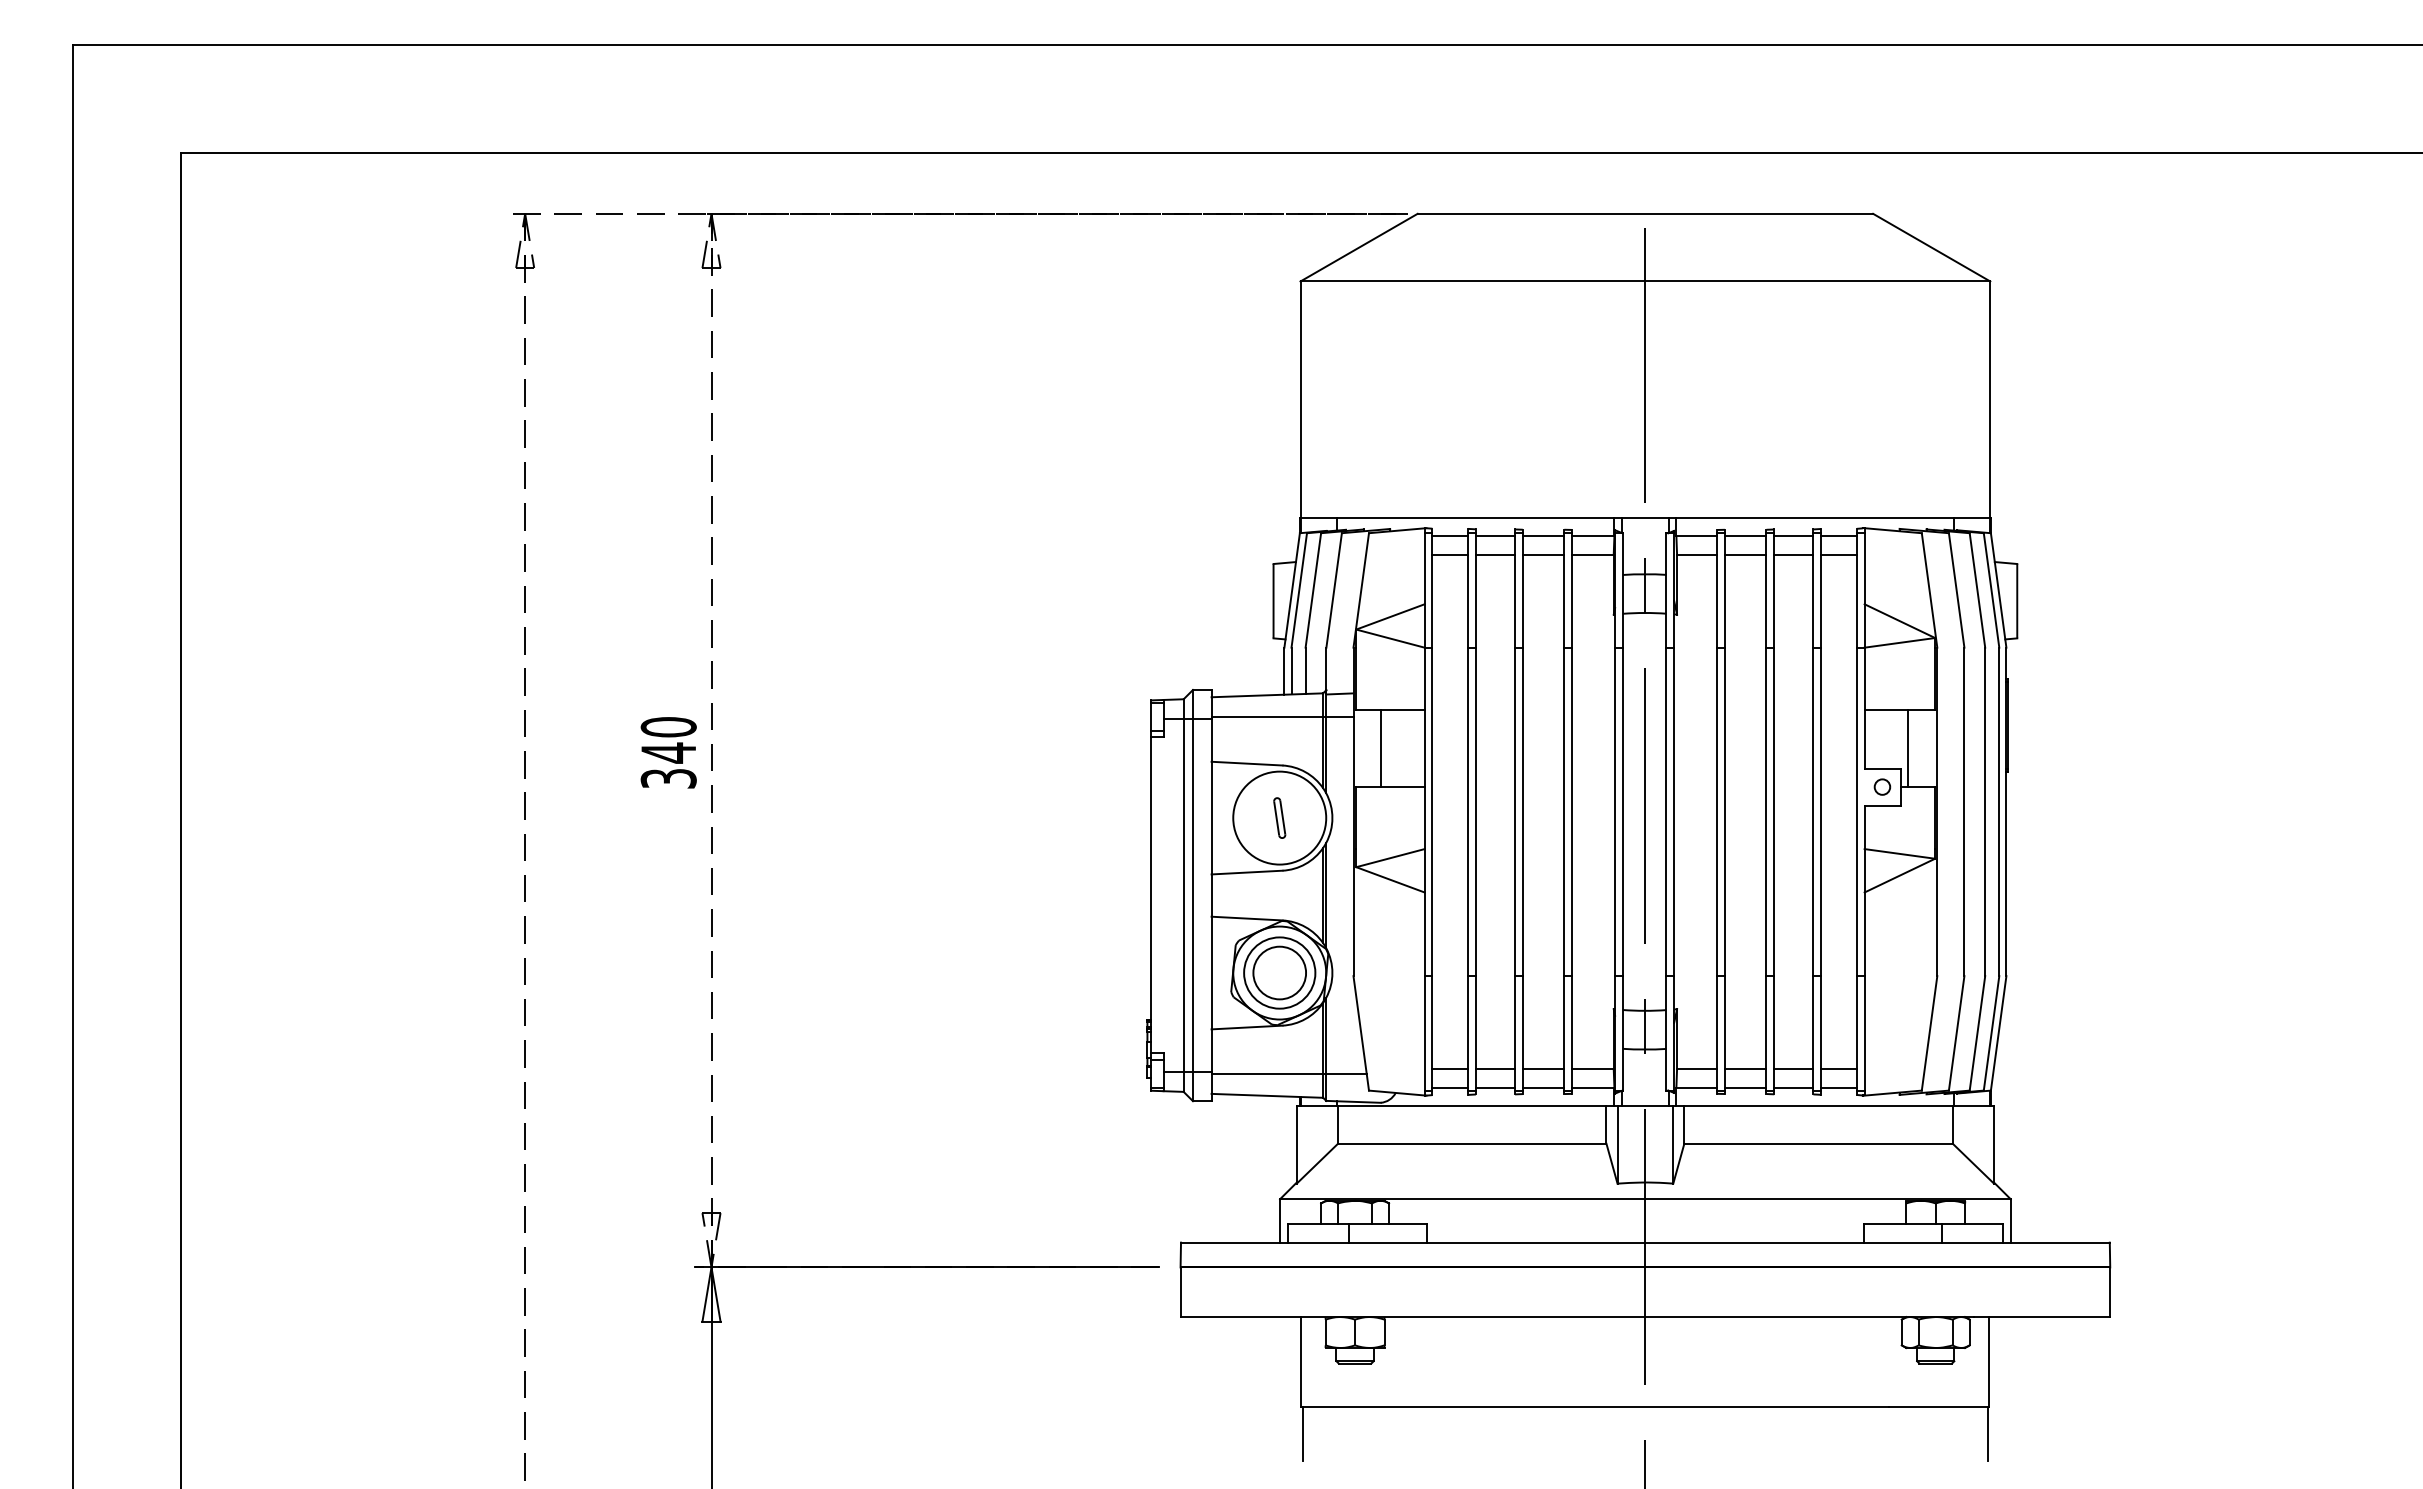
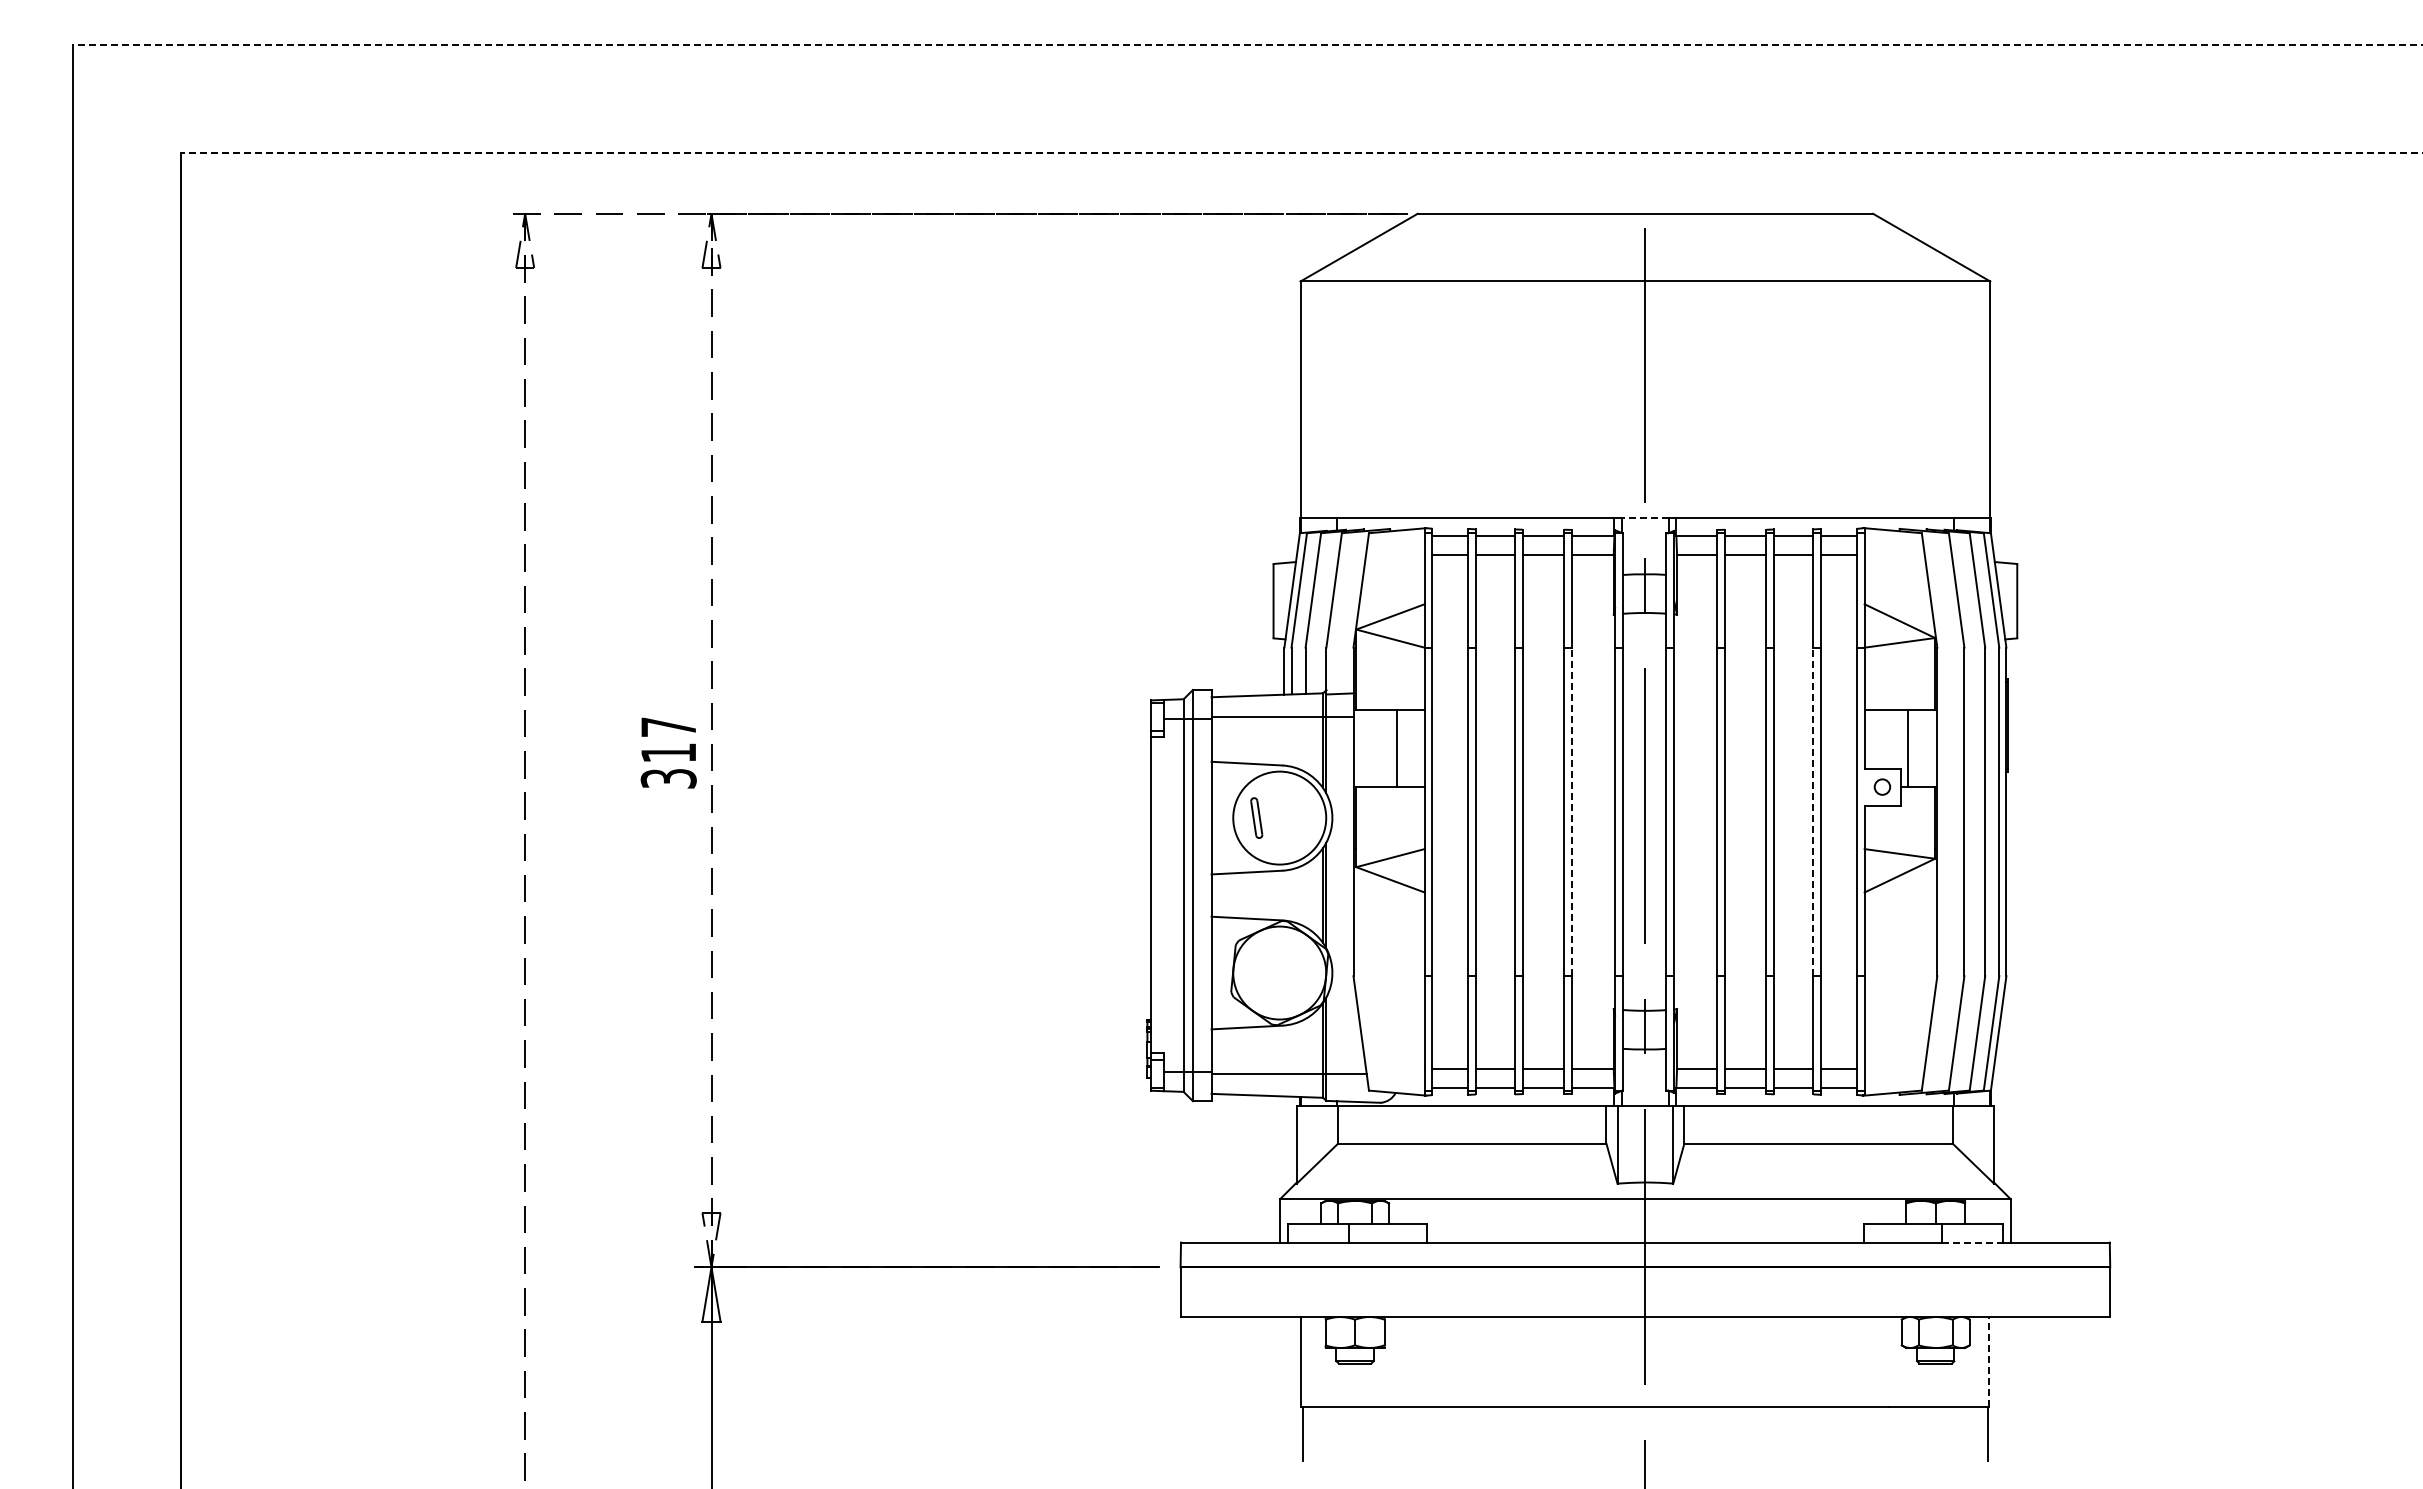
line at (1247, 44): solid -> dashed
line at (1301, 153): solid -> dashed
line at (1644, 517): solid -> dashed
text at (668, 740): 340 -> 317
line at (1381, 748) position: (1381, 748) -> (1397, 748)
line at (1572, 811): solid -> dashed
line at (1813, 811): solid -> dashed
part at (1279, 817) position: (1279, 817) -> (1256, 817)
part at (1279, 972): present -> none
line at (1972, 1242): solid -> dashed
line at (1989, 1361): solid -> dashed
